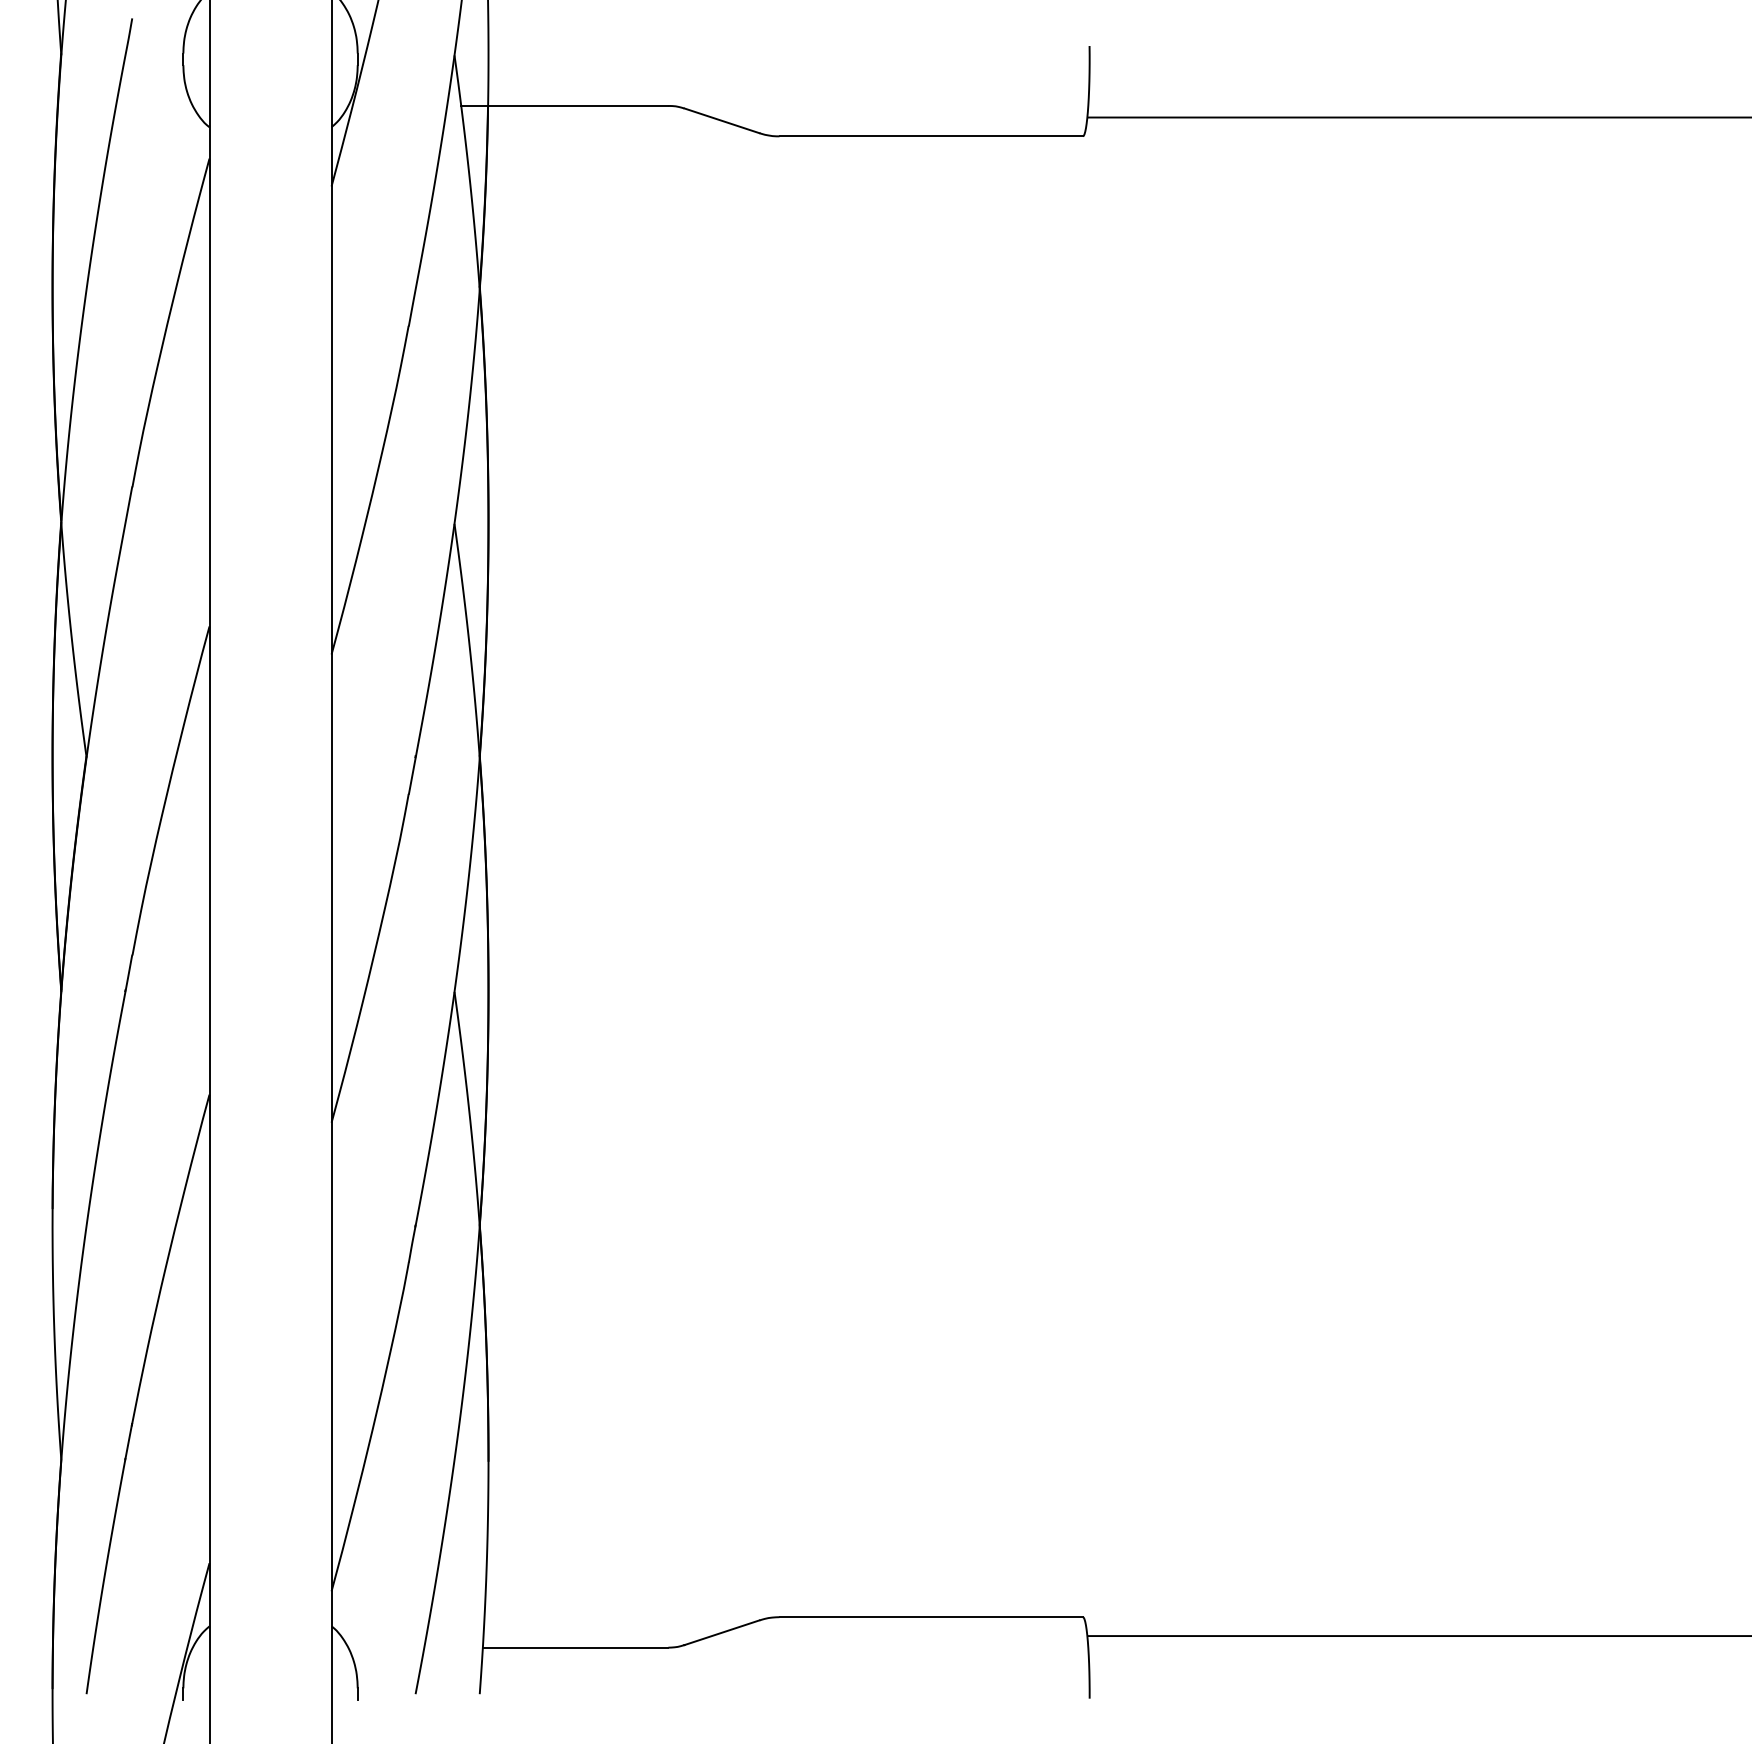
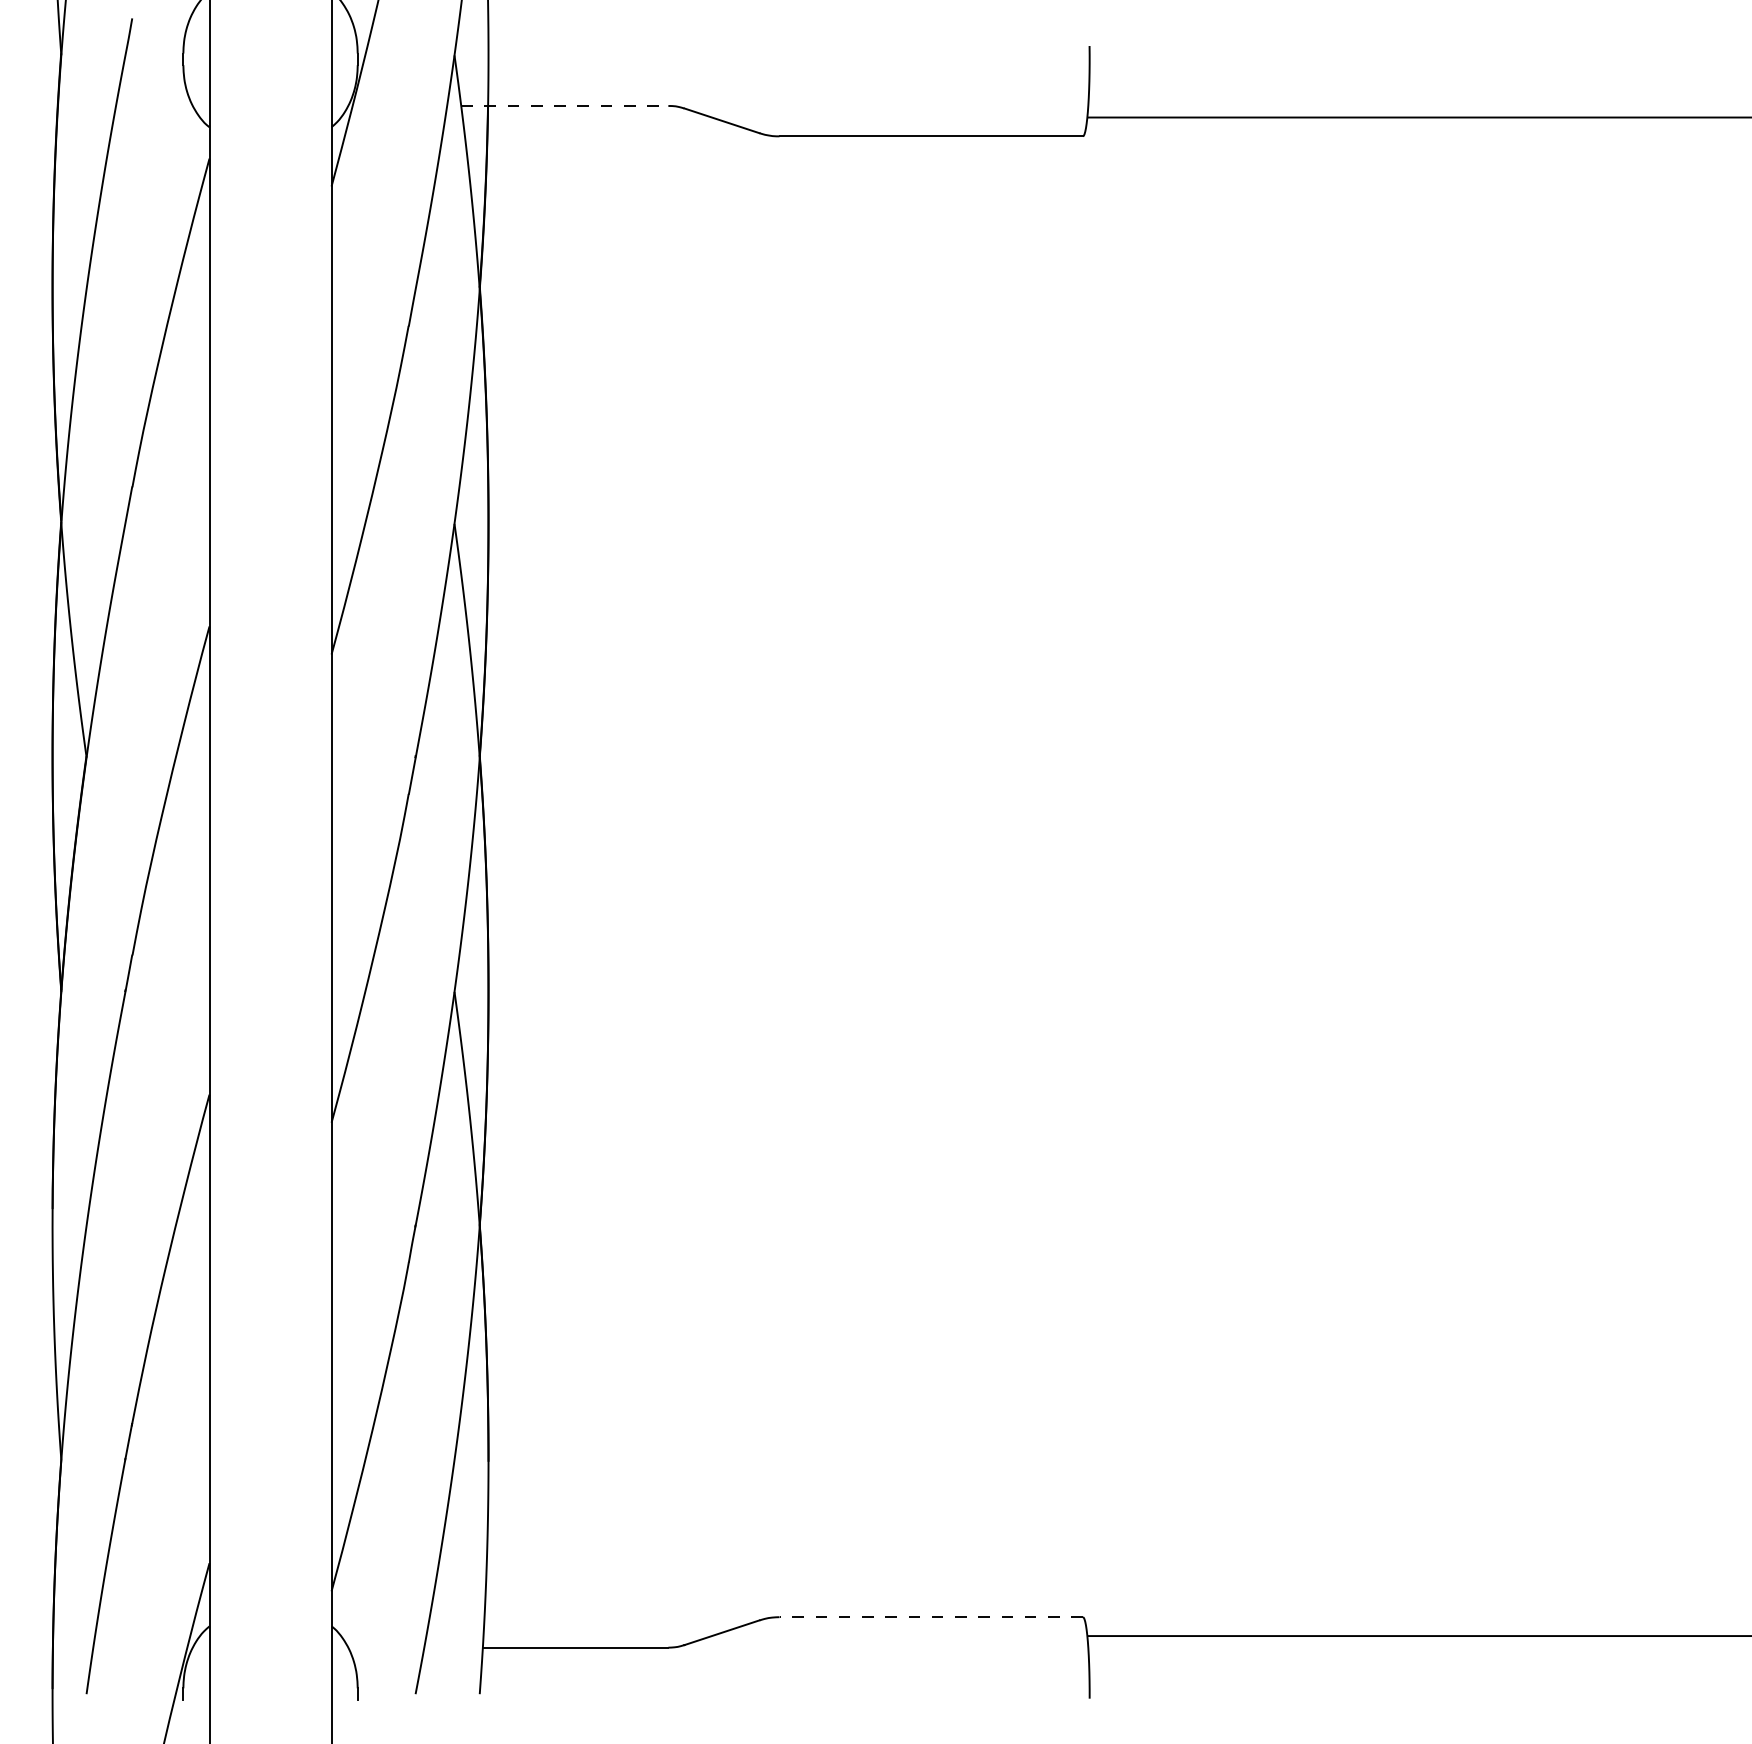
line at (564, 105): solid -> dashed
line at (931, 1617): solid -> dashed
